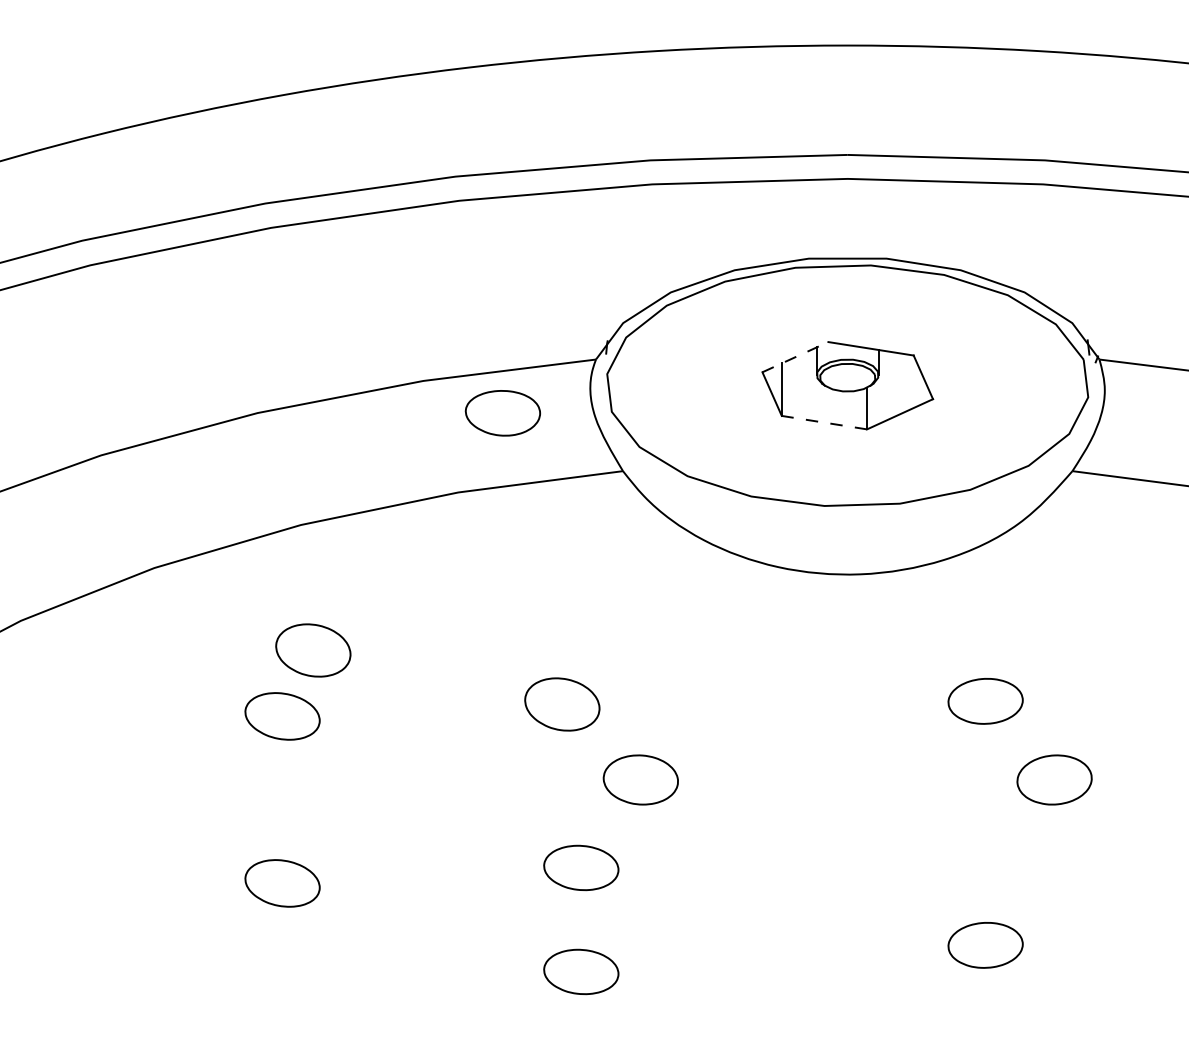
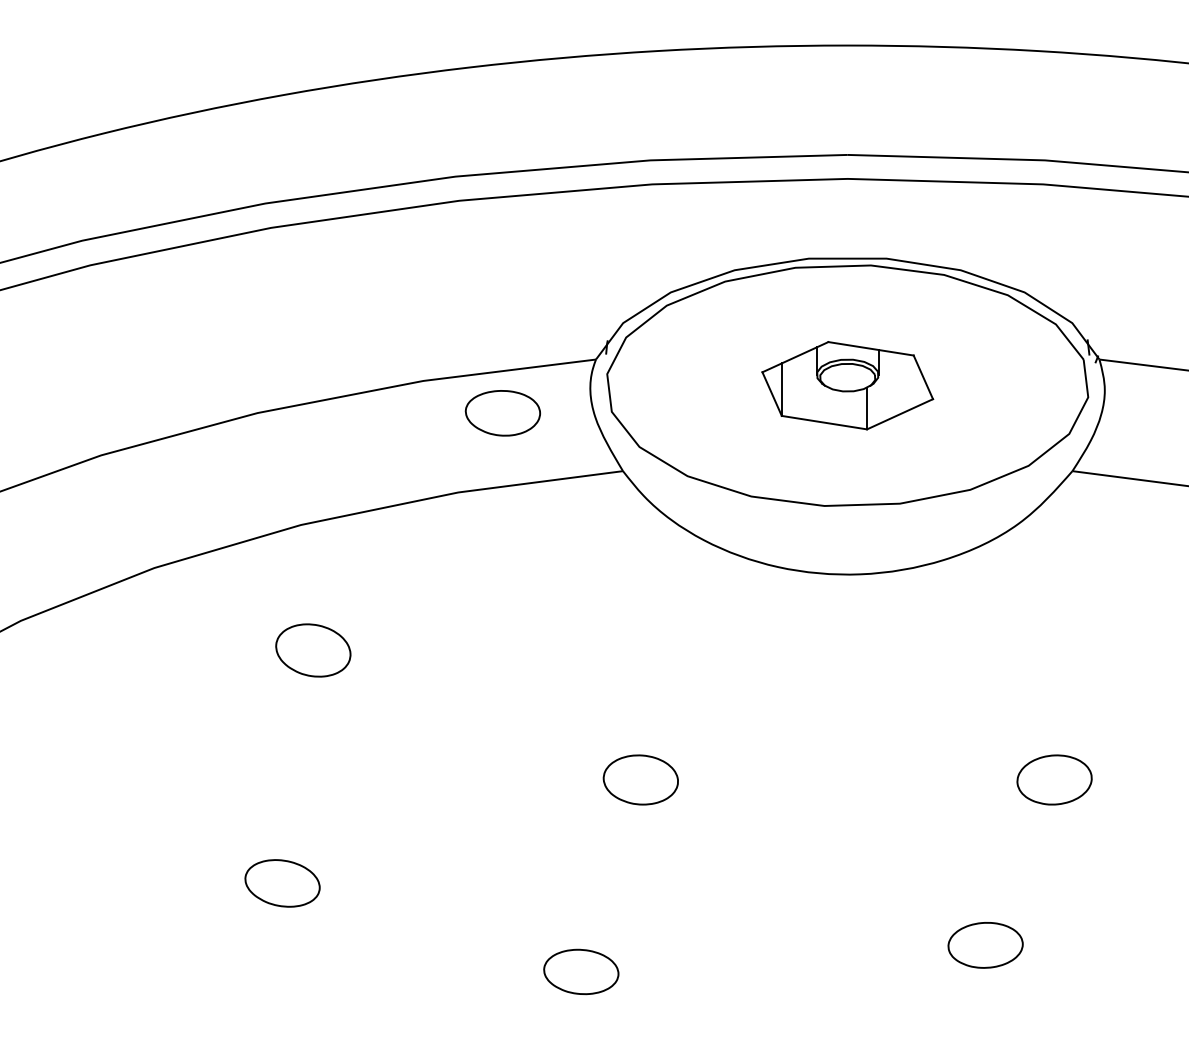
line at (795, 356): dashed -> solid
line at (823, 422): dashed -> solid
part at (985, 701): present -> none
part at (562, 704): present -> none
part at (282, 716): present -> none
part at (581, 867): present -> none
